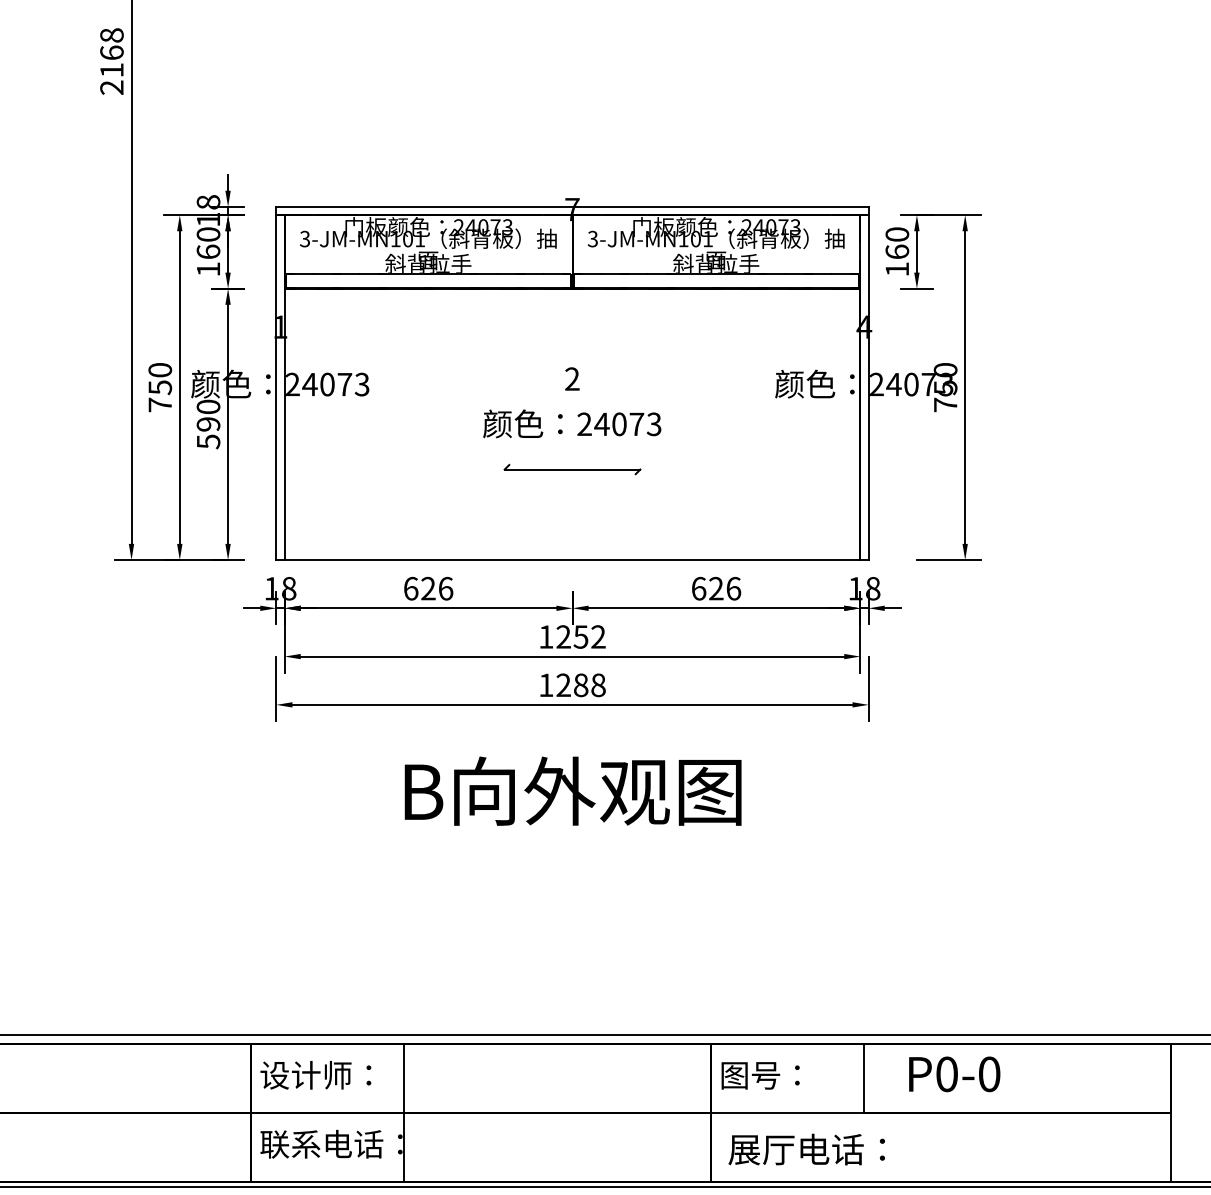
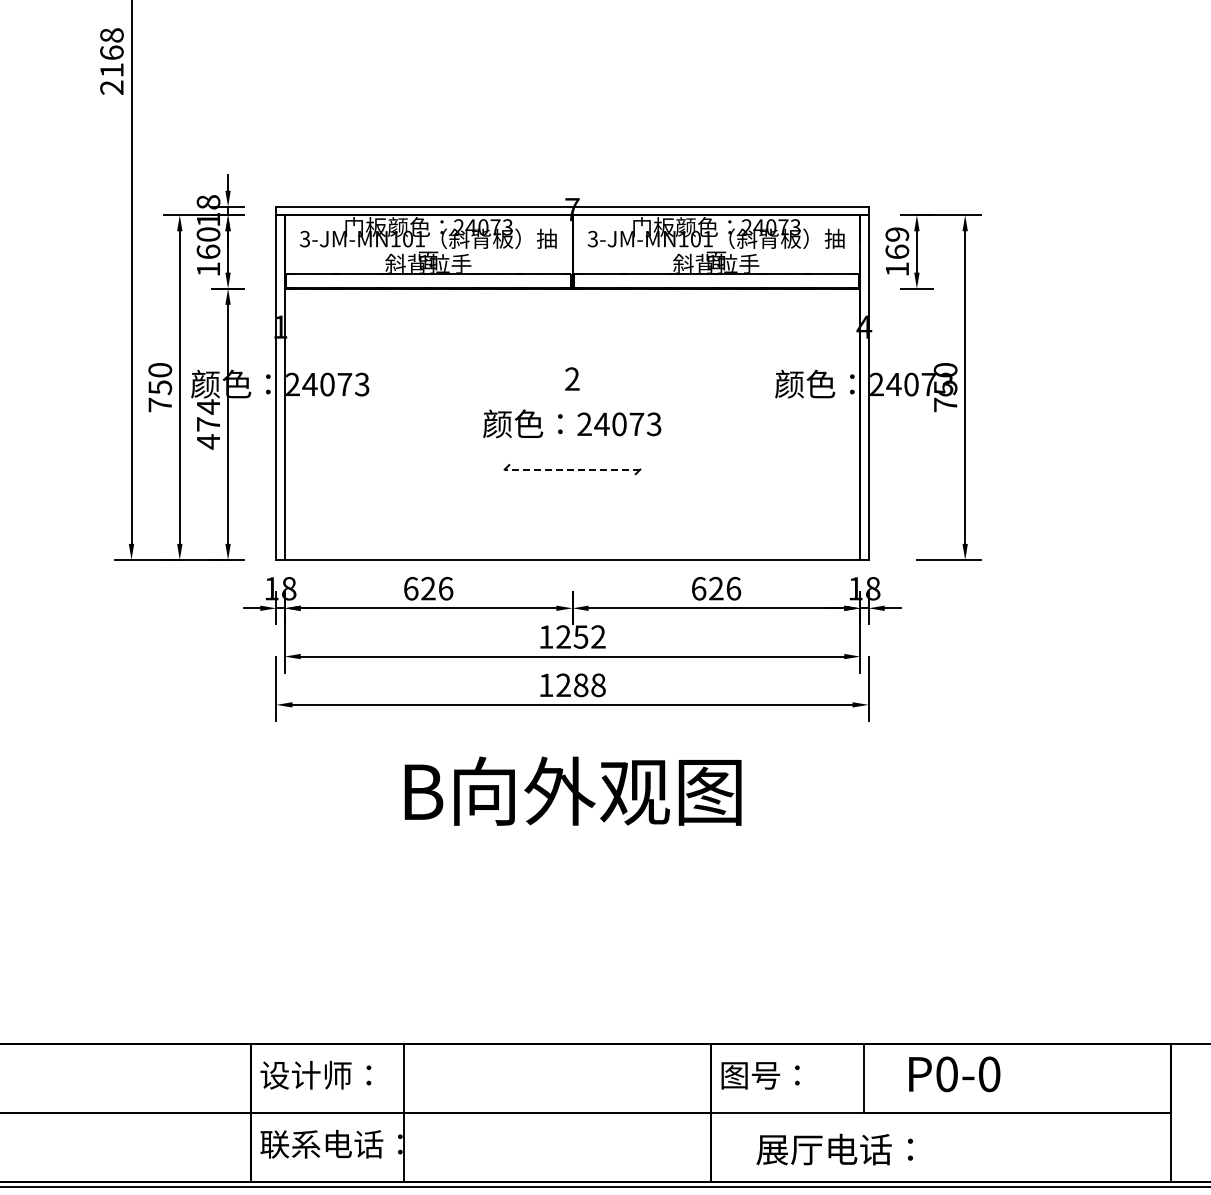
text at (897, 234): 160 -> 169
text at (208, 424): 590 -> 474
line at (572, 469): solid -> dashed
line at (604, 1034): present -> none
text at (806, 1149) position: (806, 1149) -> (834, 1149)
